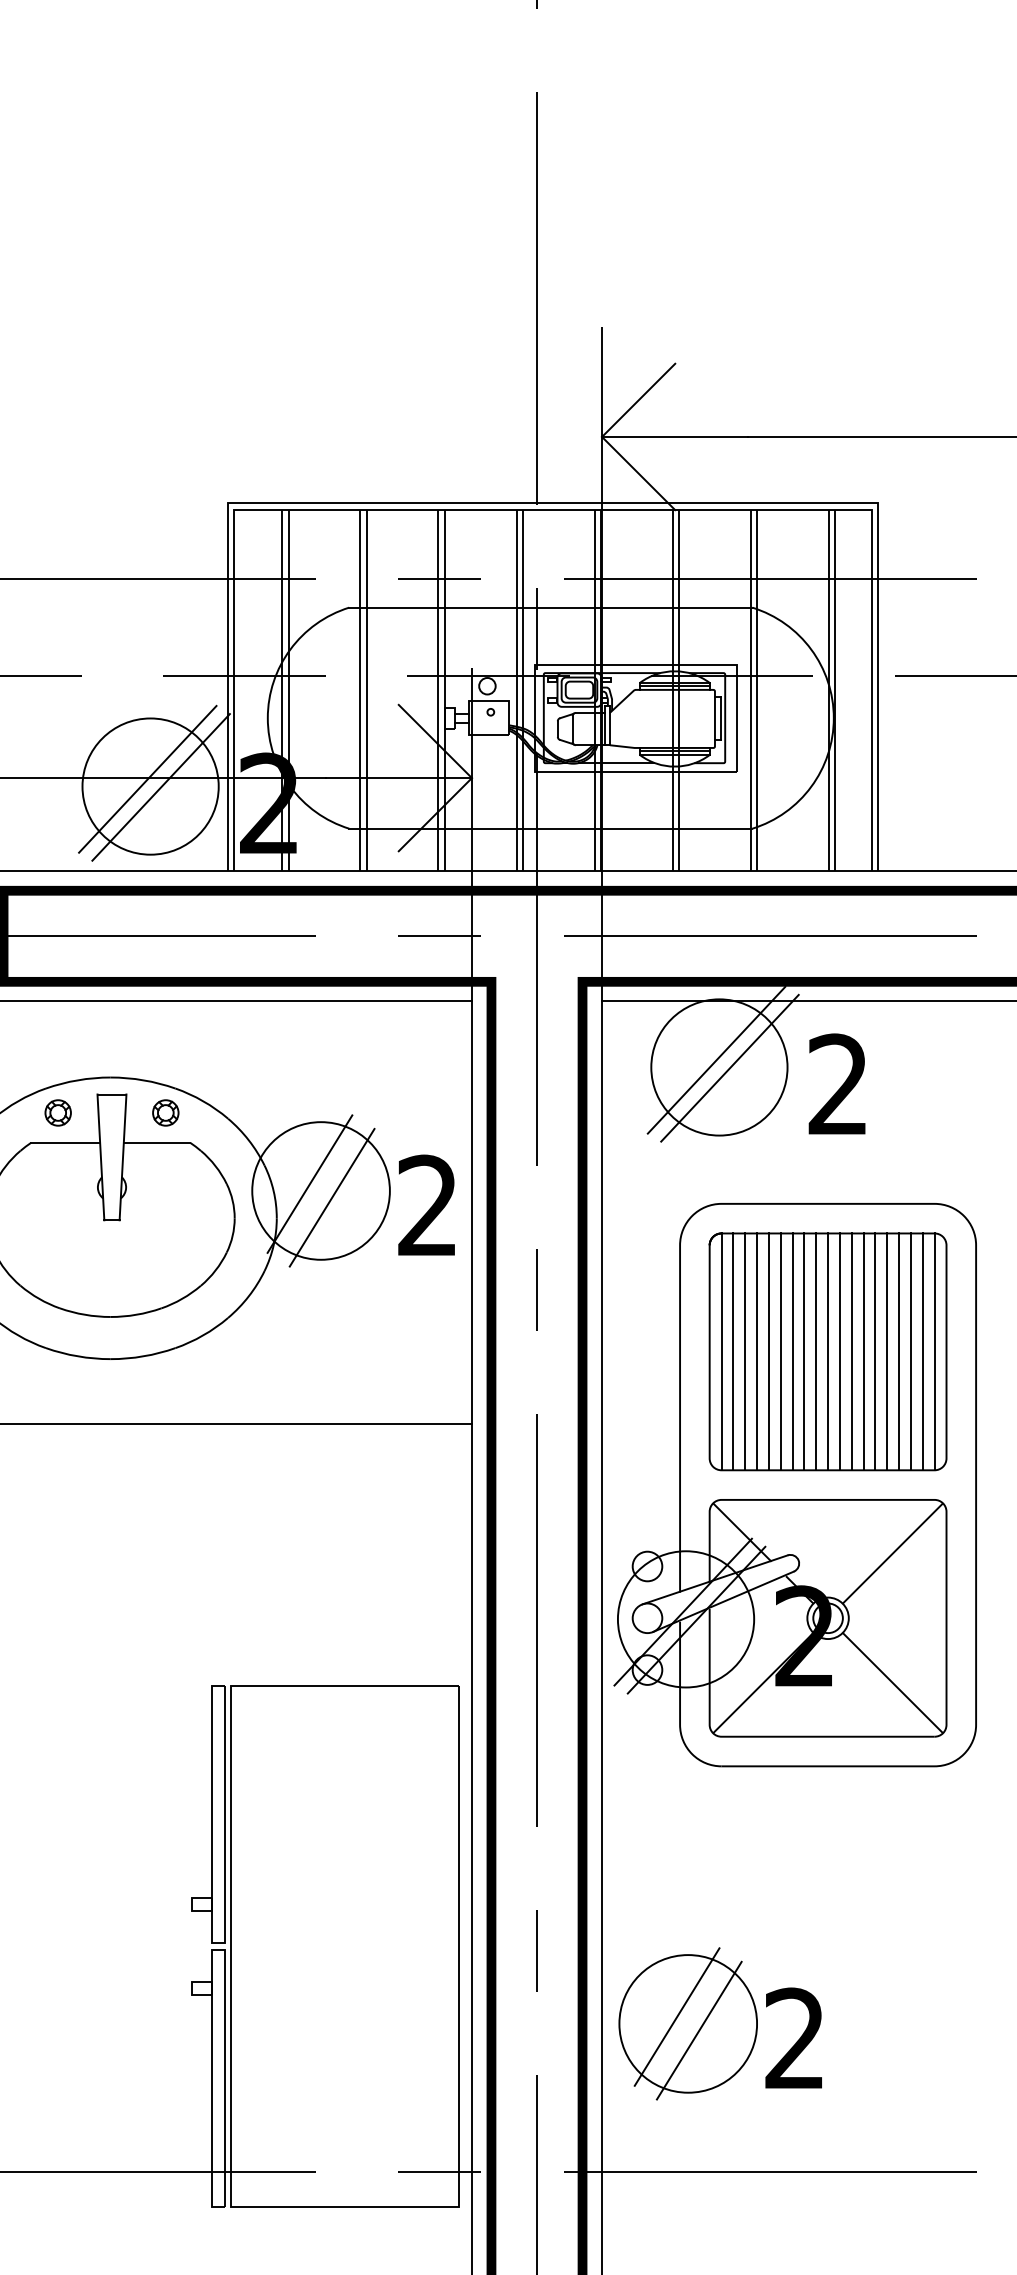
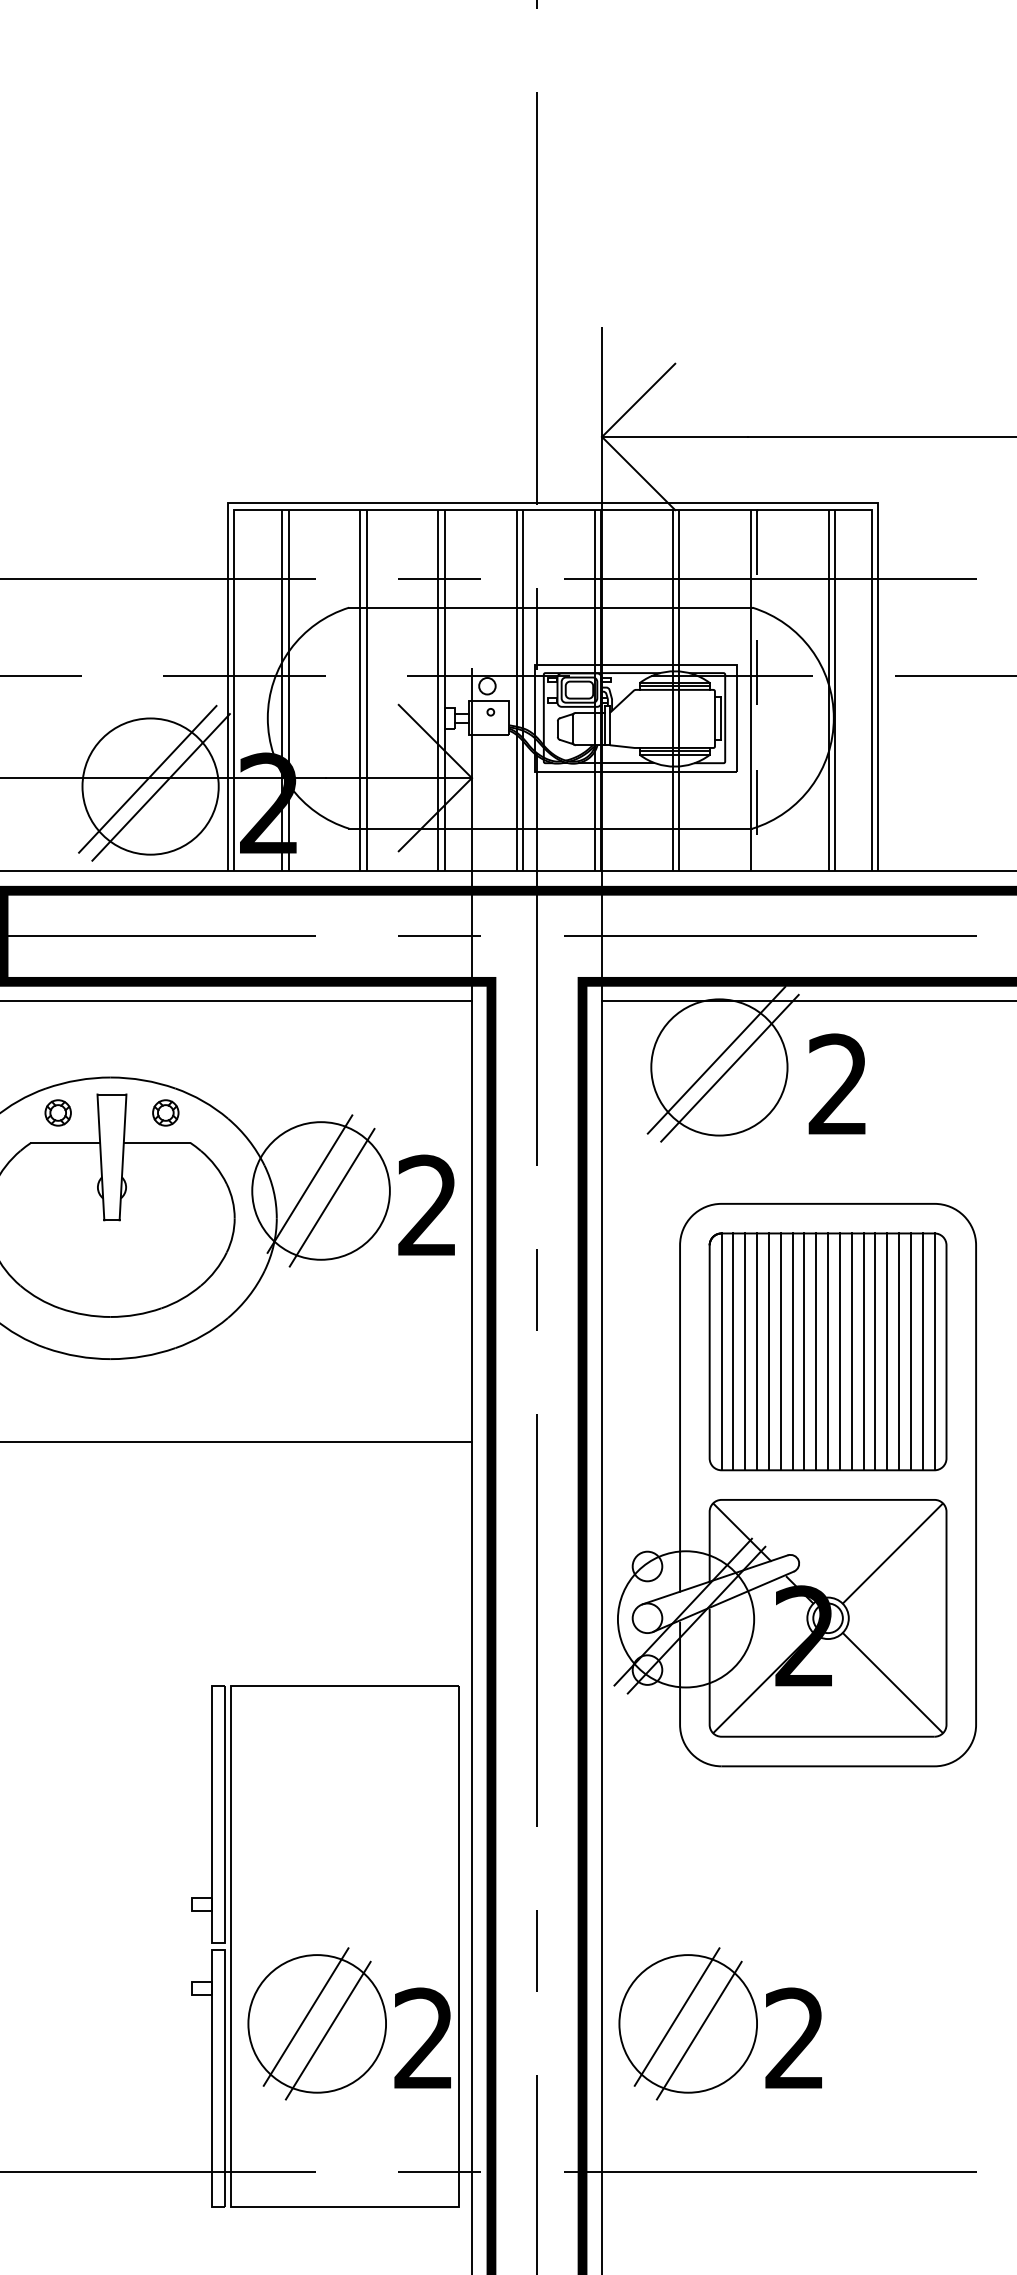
line at (757, 689): solid -> dashed
line at (236, 1424) position: (236, 1424) -> (236, 1442)
part at (348, 2023): none -> present
